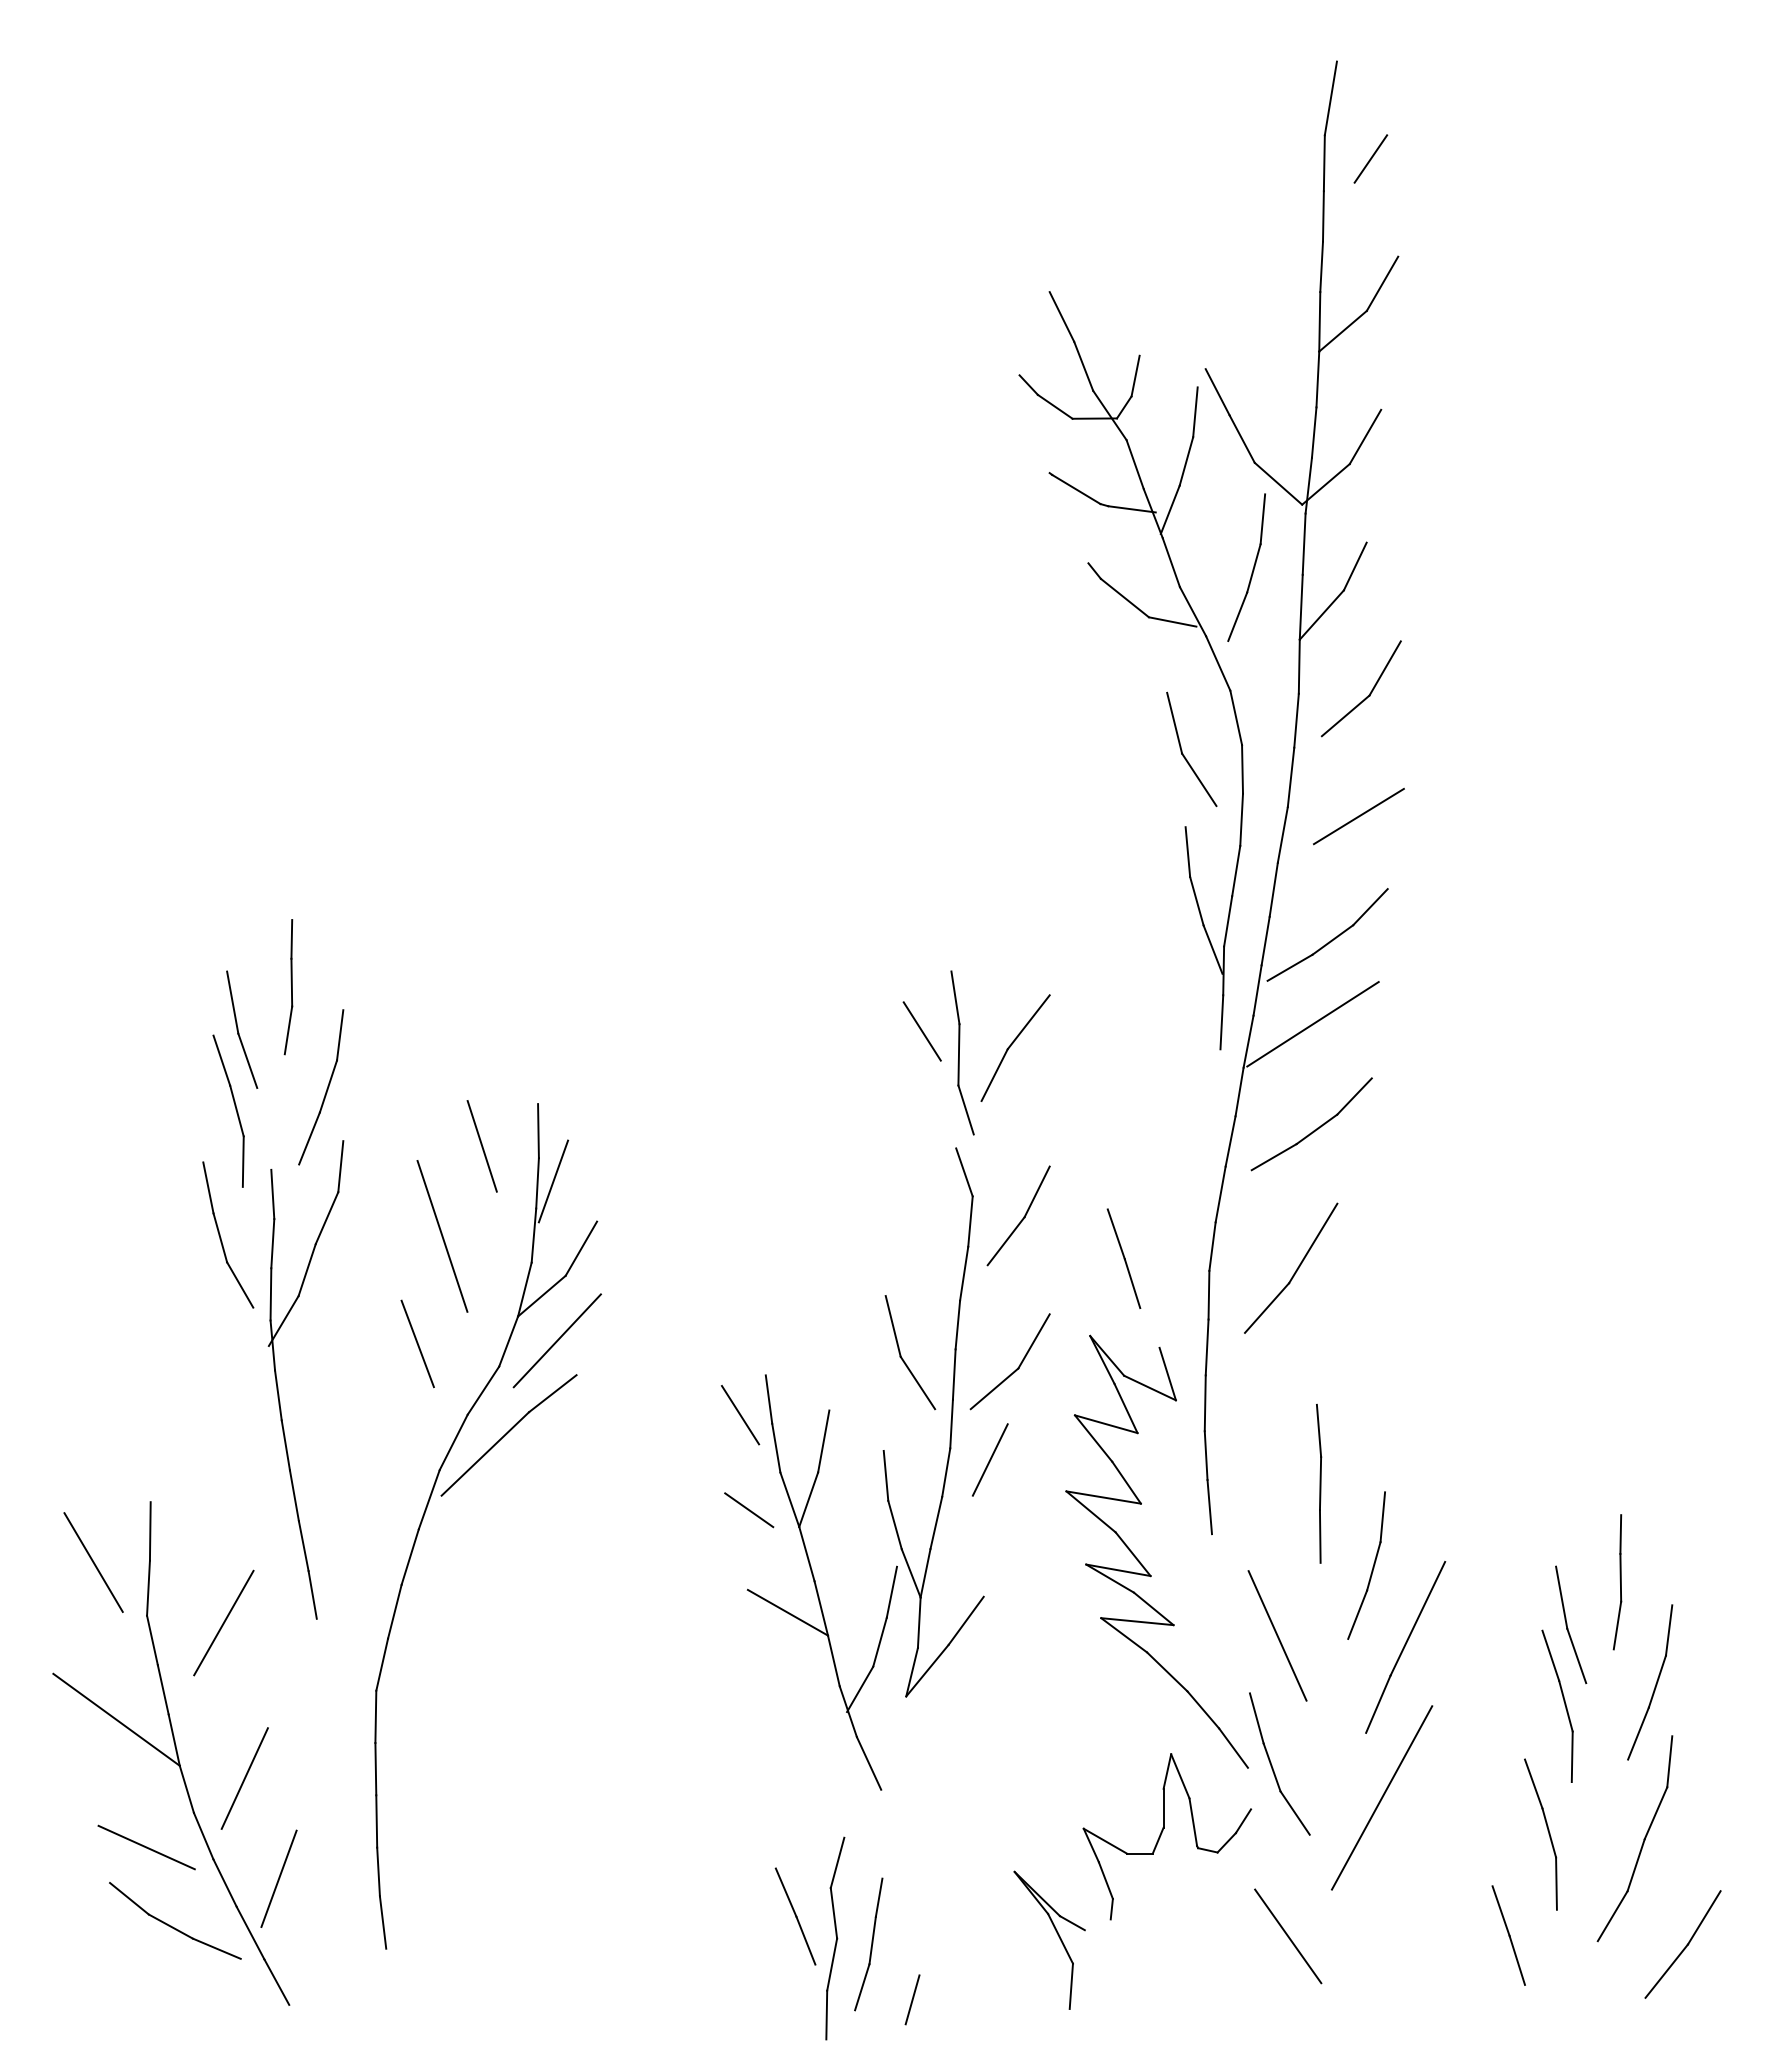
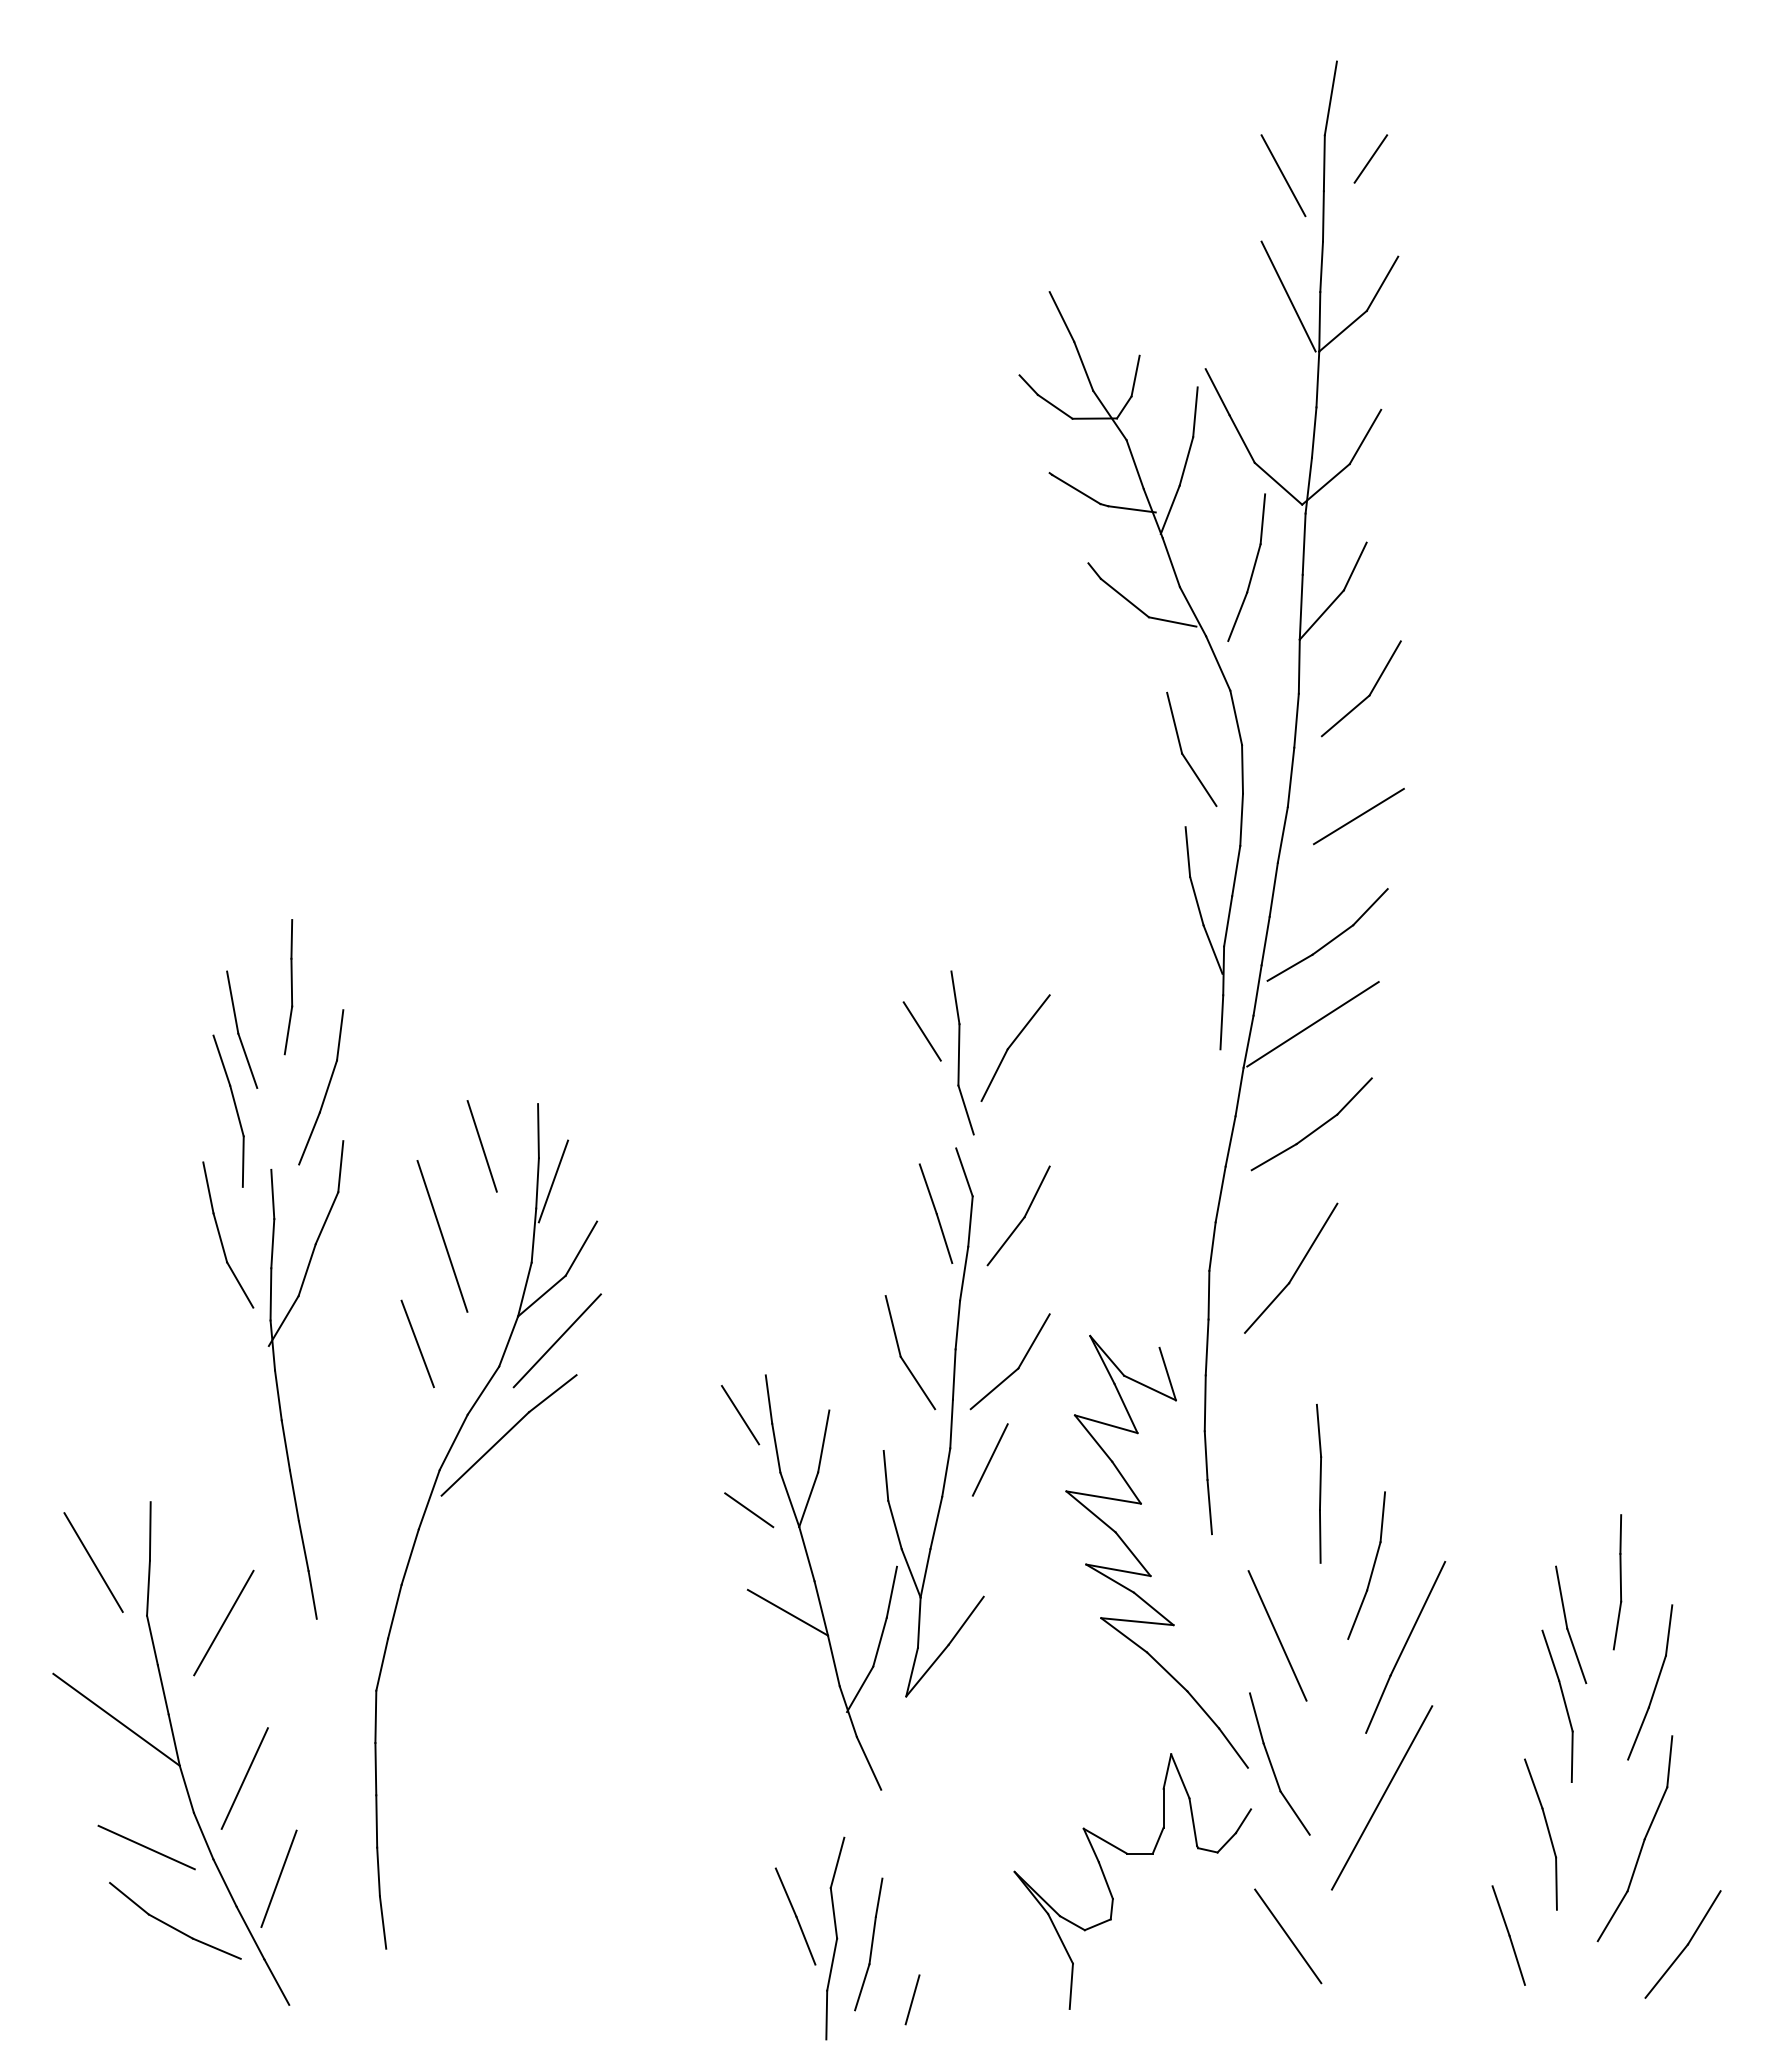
line at (1283, 175): none -> present
line at (1288, 296): none -> present
line at (1123, 1258) position: (1123, 1258) -> (935, 1213)
line at (1097, 1924): none -> present
